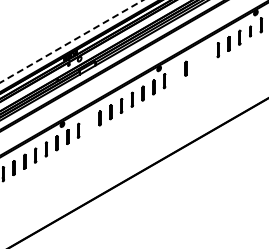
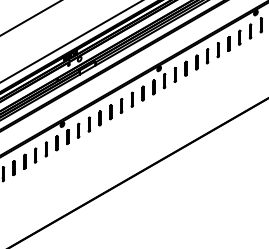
line at (30, 18): none -> present
part at (250, 31) size: 4x13 px -> 5x17 px
line at (71, 41): dashed -> solid
part at (202, 59): none -> present
line at (174, 74): none -> present
part at (89, 124): none -> present
